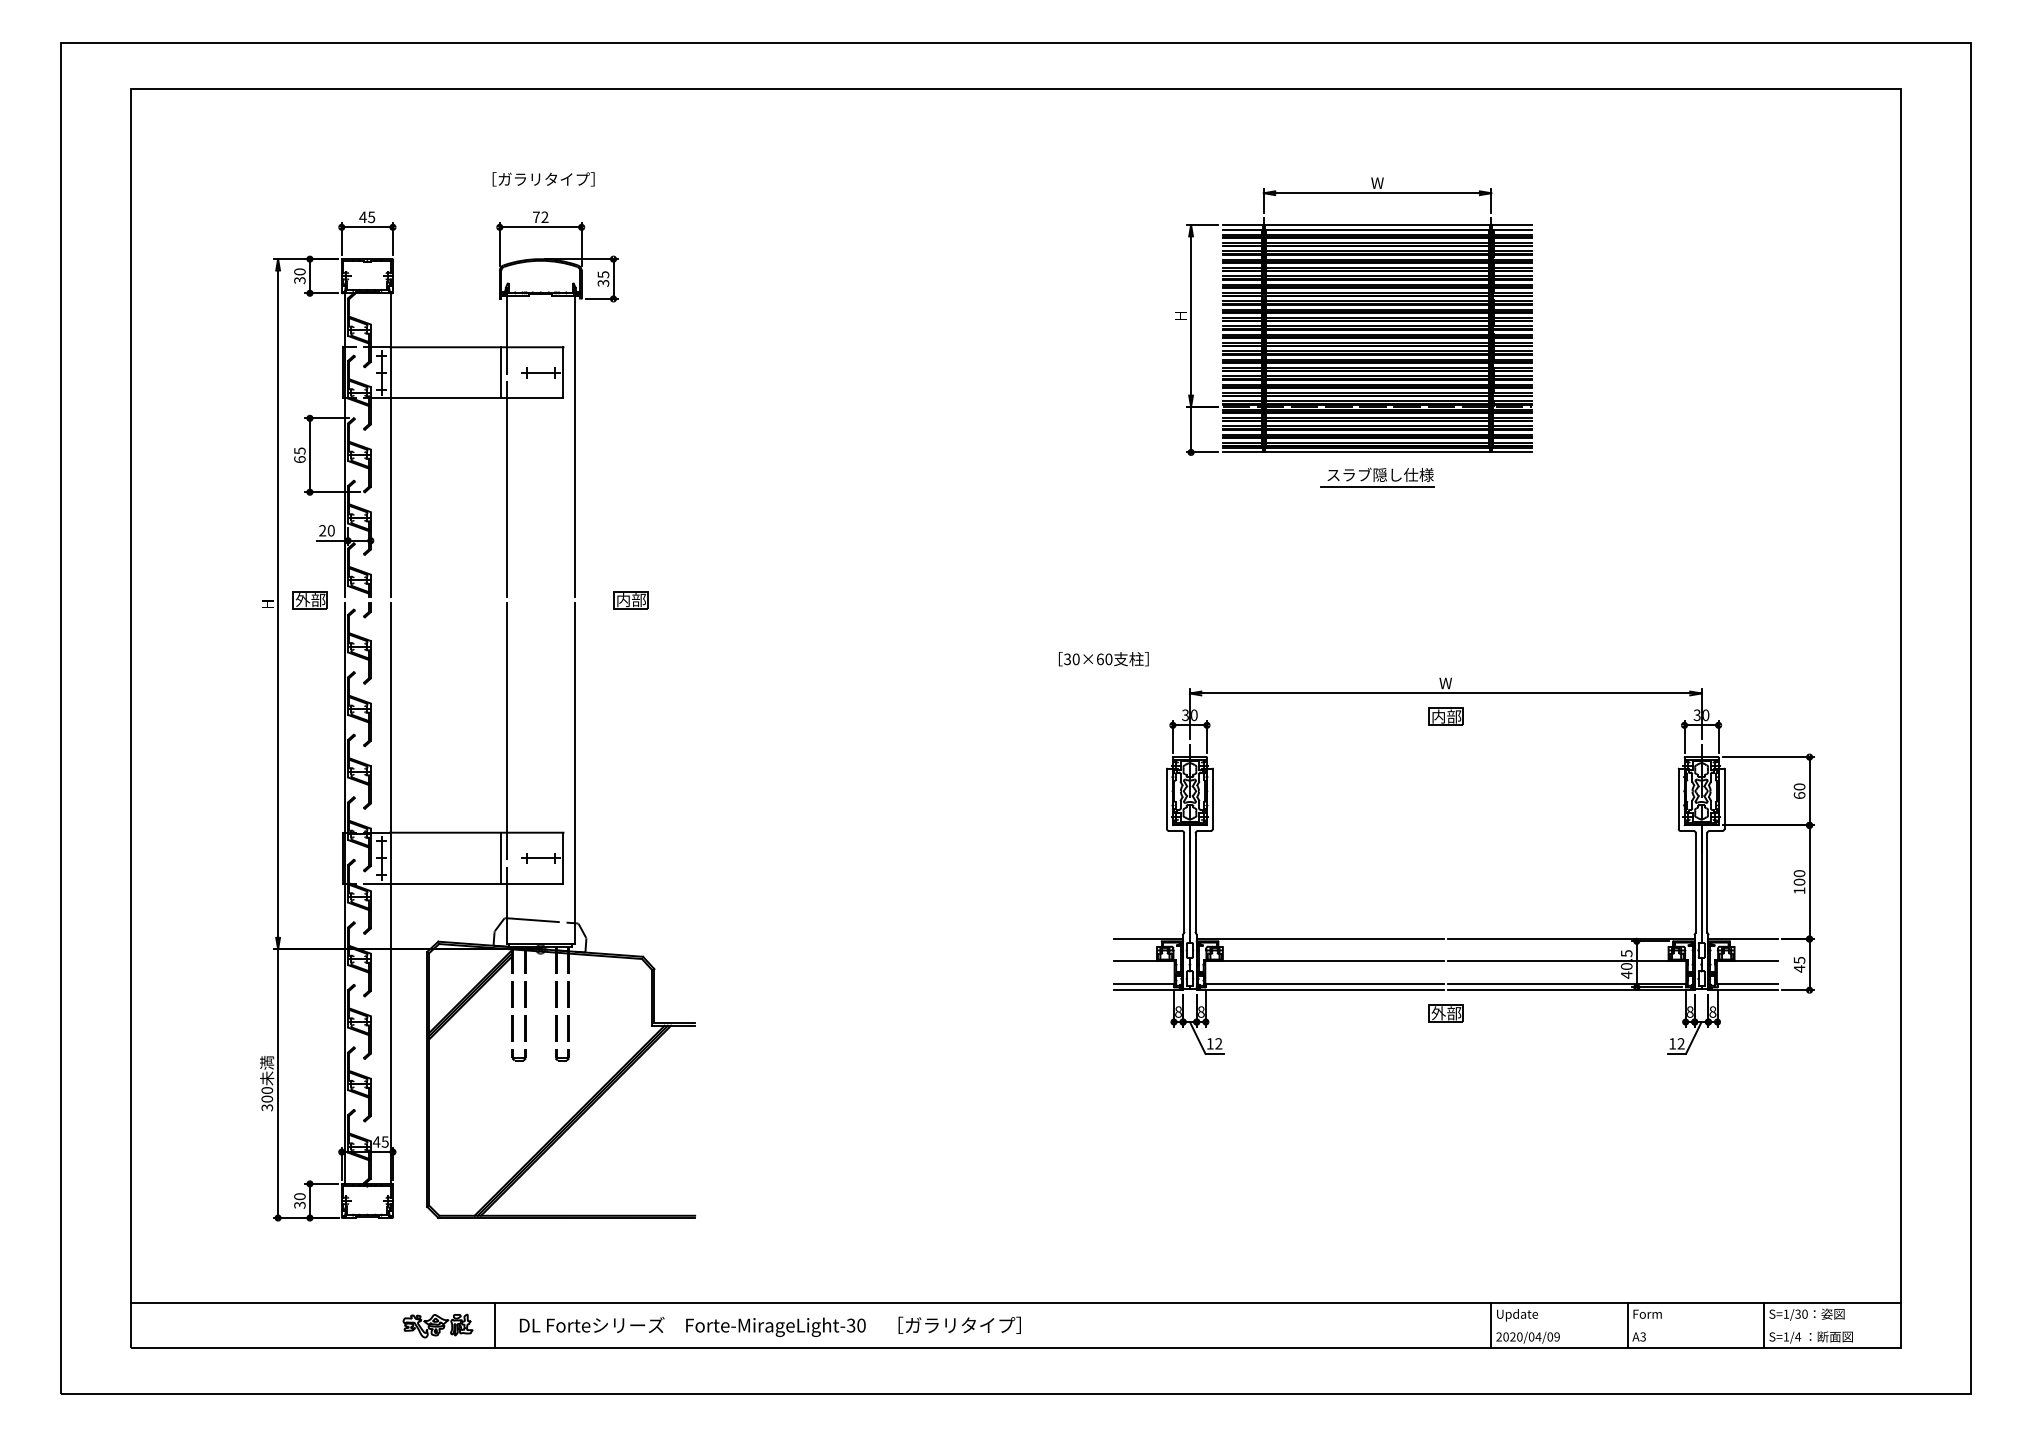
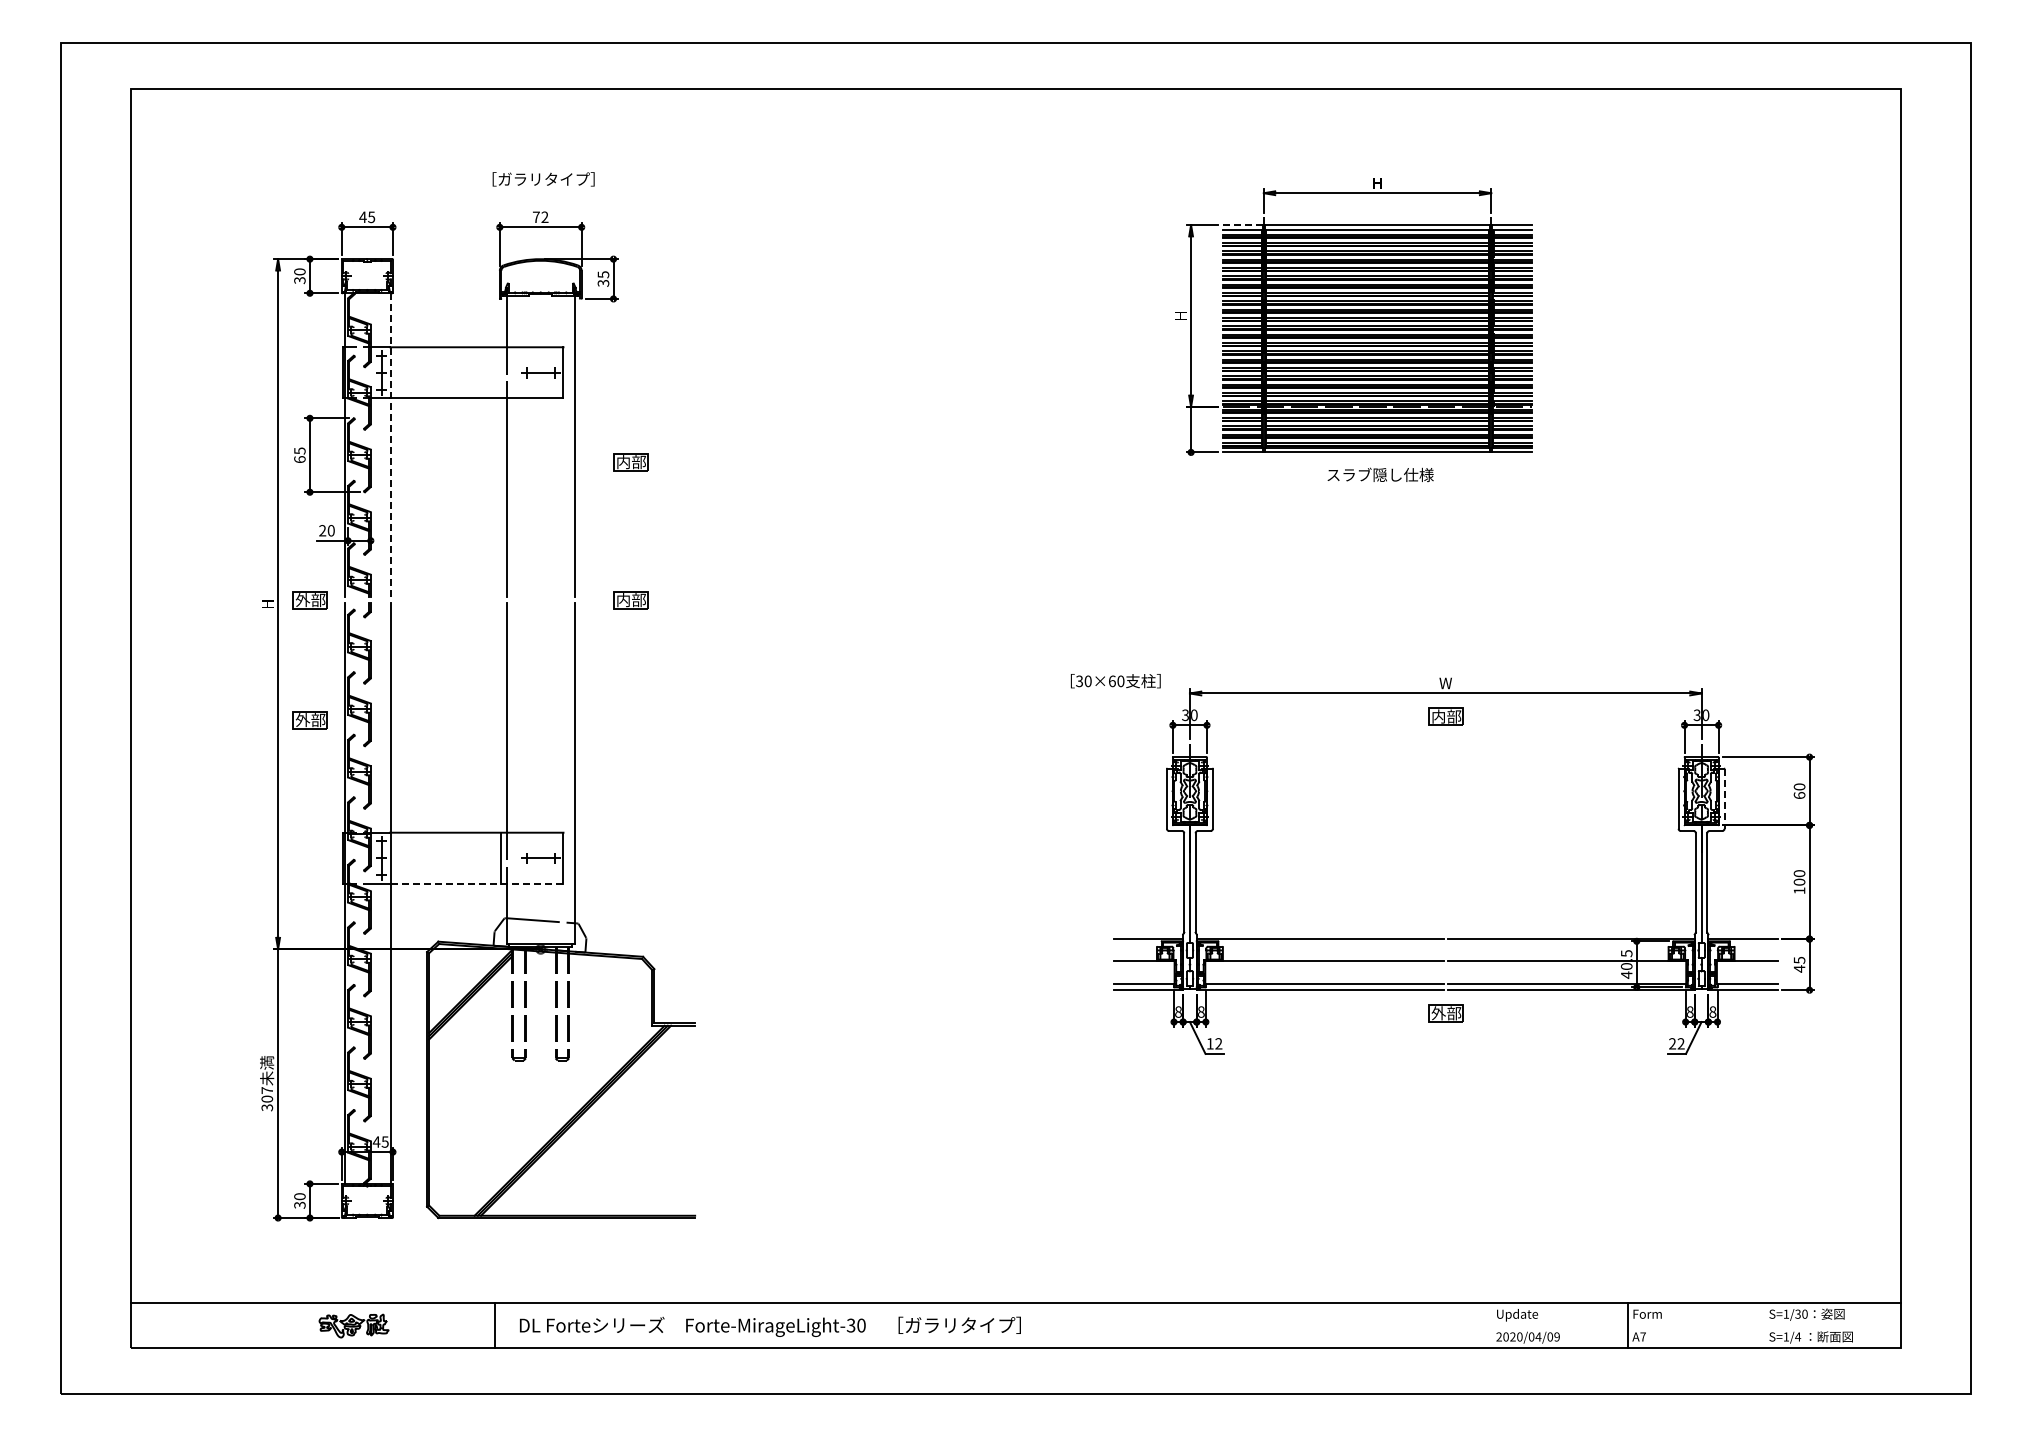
text at (1377, 182): W -> H
line at (1243, 225): solid -> dashed
line at (500, 372): present -> none
line at (390, 444): solid -> dashed
part at (630, 462): none -> present
line at (1377, 486): present -> none
text at (1103, 659) position: (1103, 659) -> (1115, 681)
part at (309, 720): none -> present
line at (1724, 798): solid -> dashed
line at (476, 883): solid -> dashed
text at (1672, 1043): 12 -> 22
text at (267, 1090): 300 -> 307
part at (437, 1325) position: (437, 1325) -> (353, 1325)
line at (1491, 1325): present -> none
line at (1764, 1325): present -> none
text at (1642, 1336): A3 -> A7
